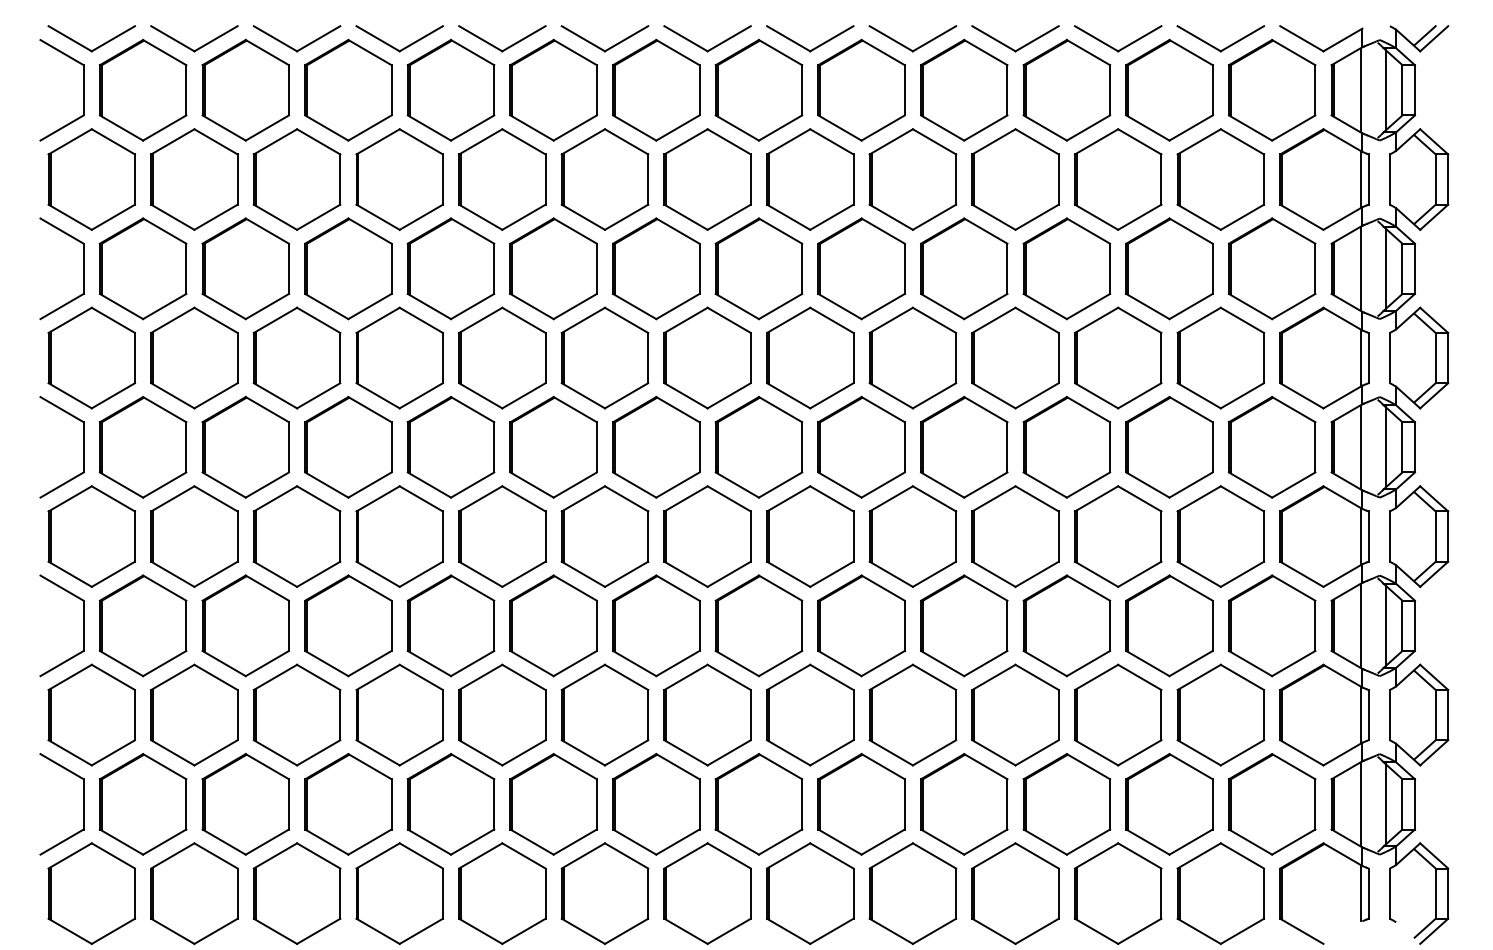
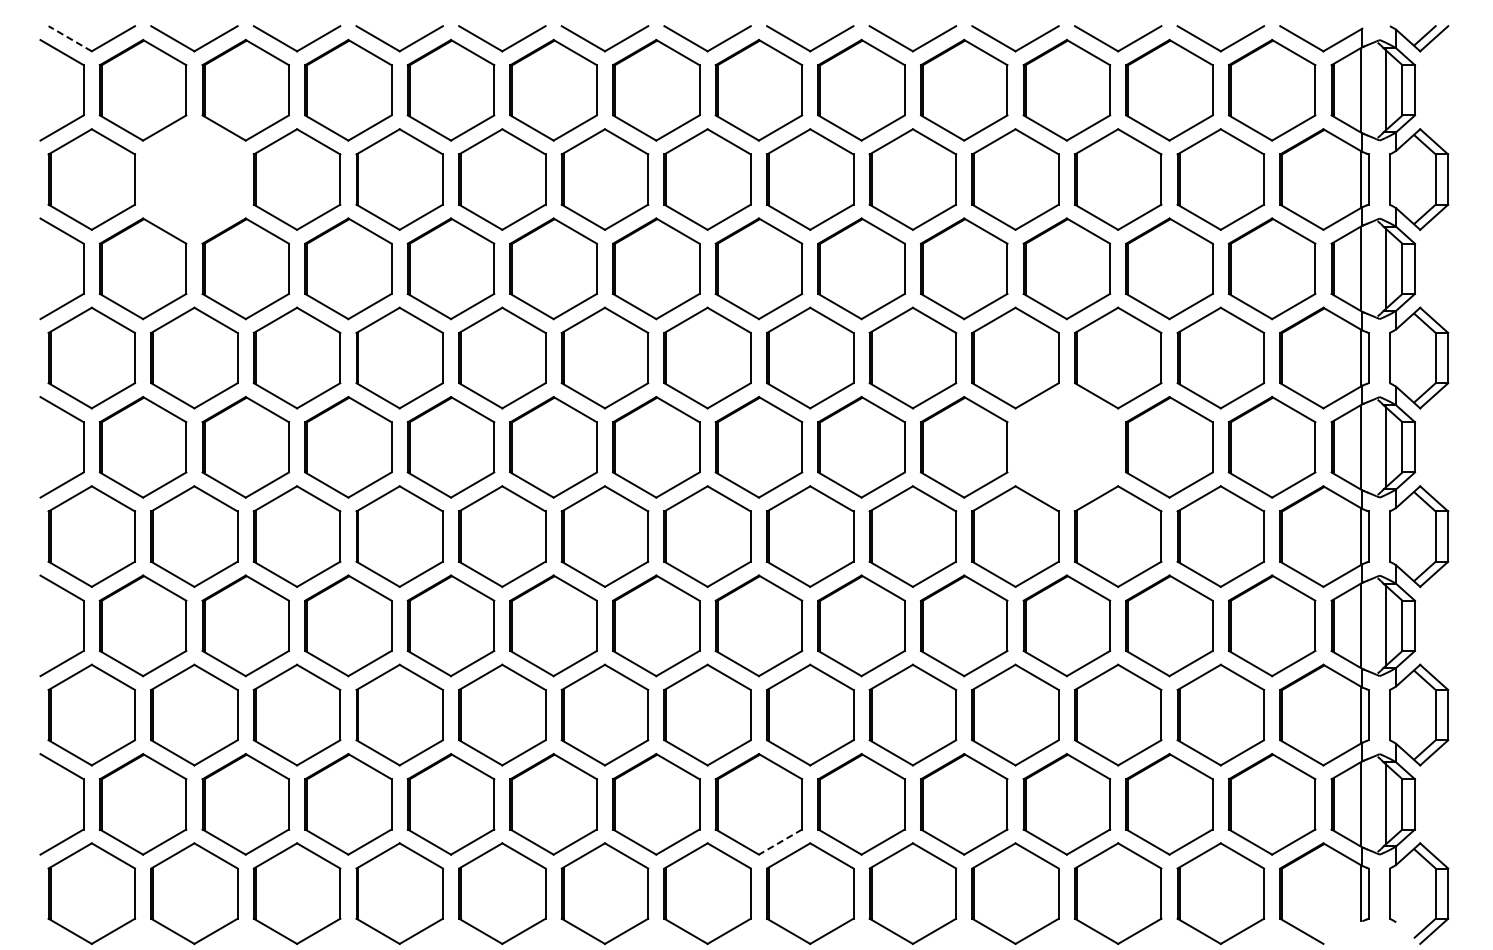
line at (70, 38): solid -> dashed
part at (194, 179): present -> none
part at (1066, 447): present -> none
line at (780, 842): solid -> dashed
